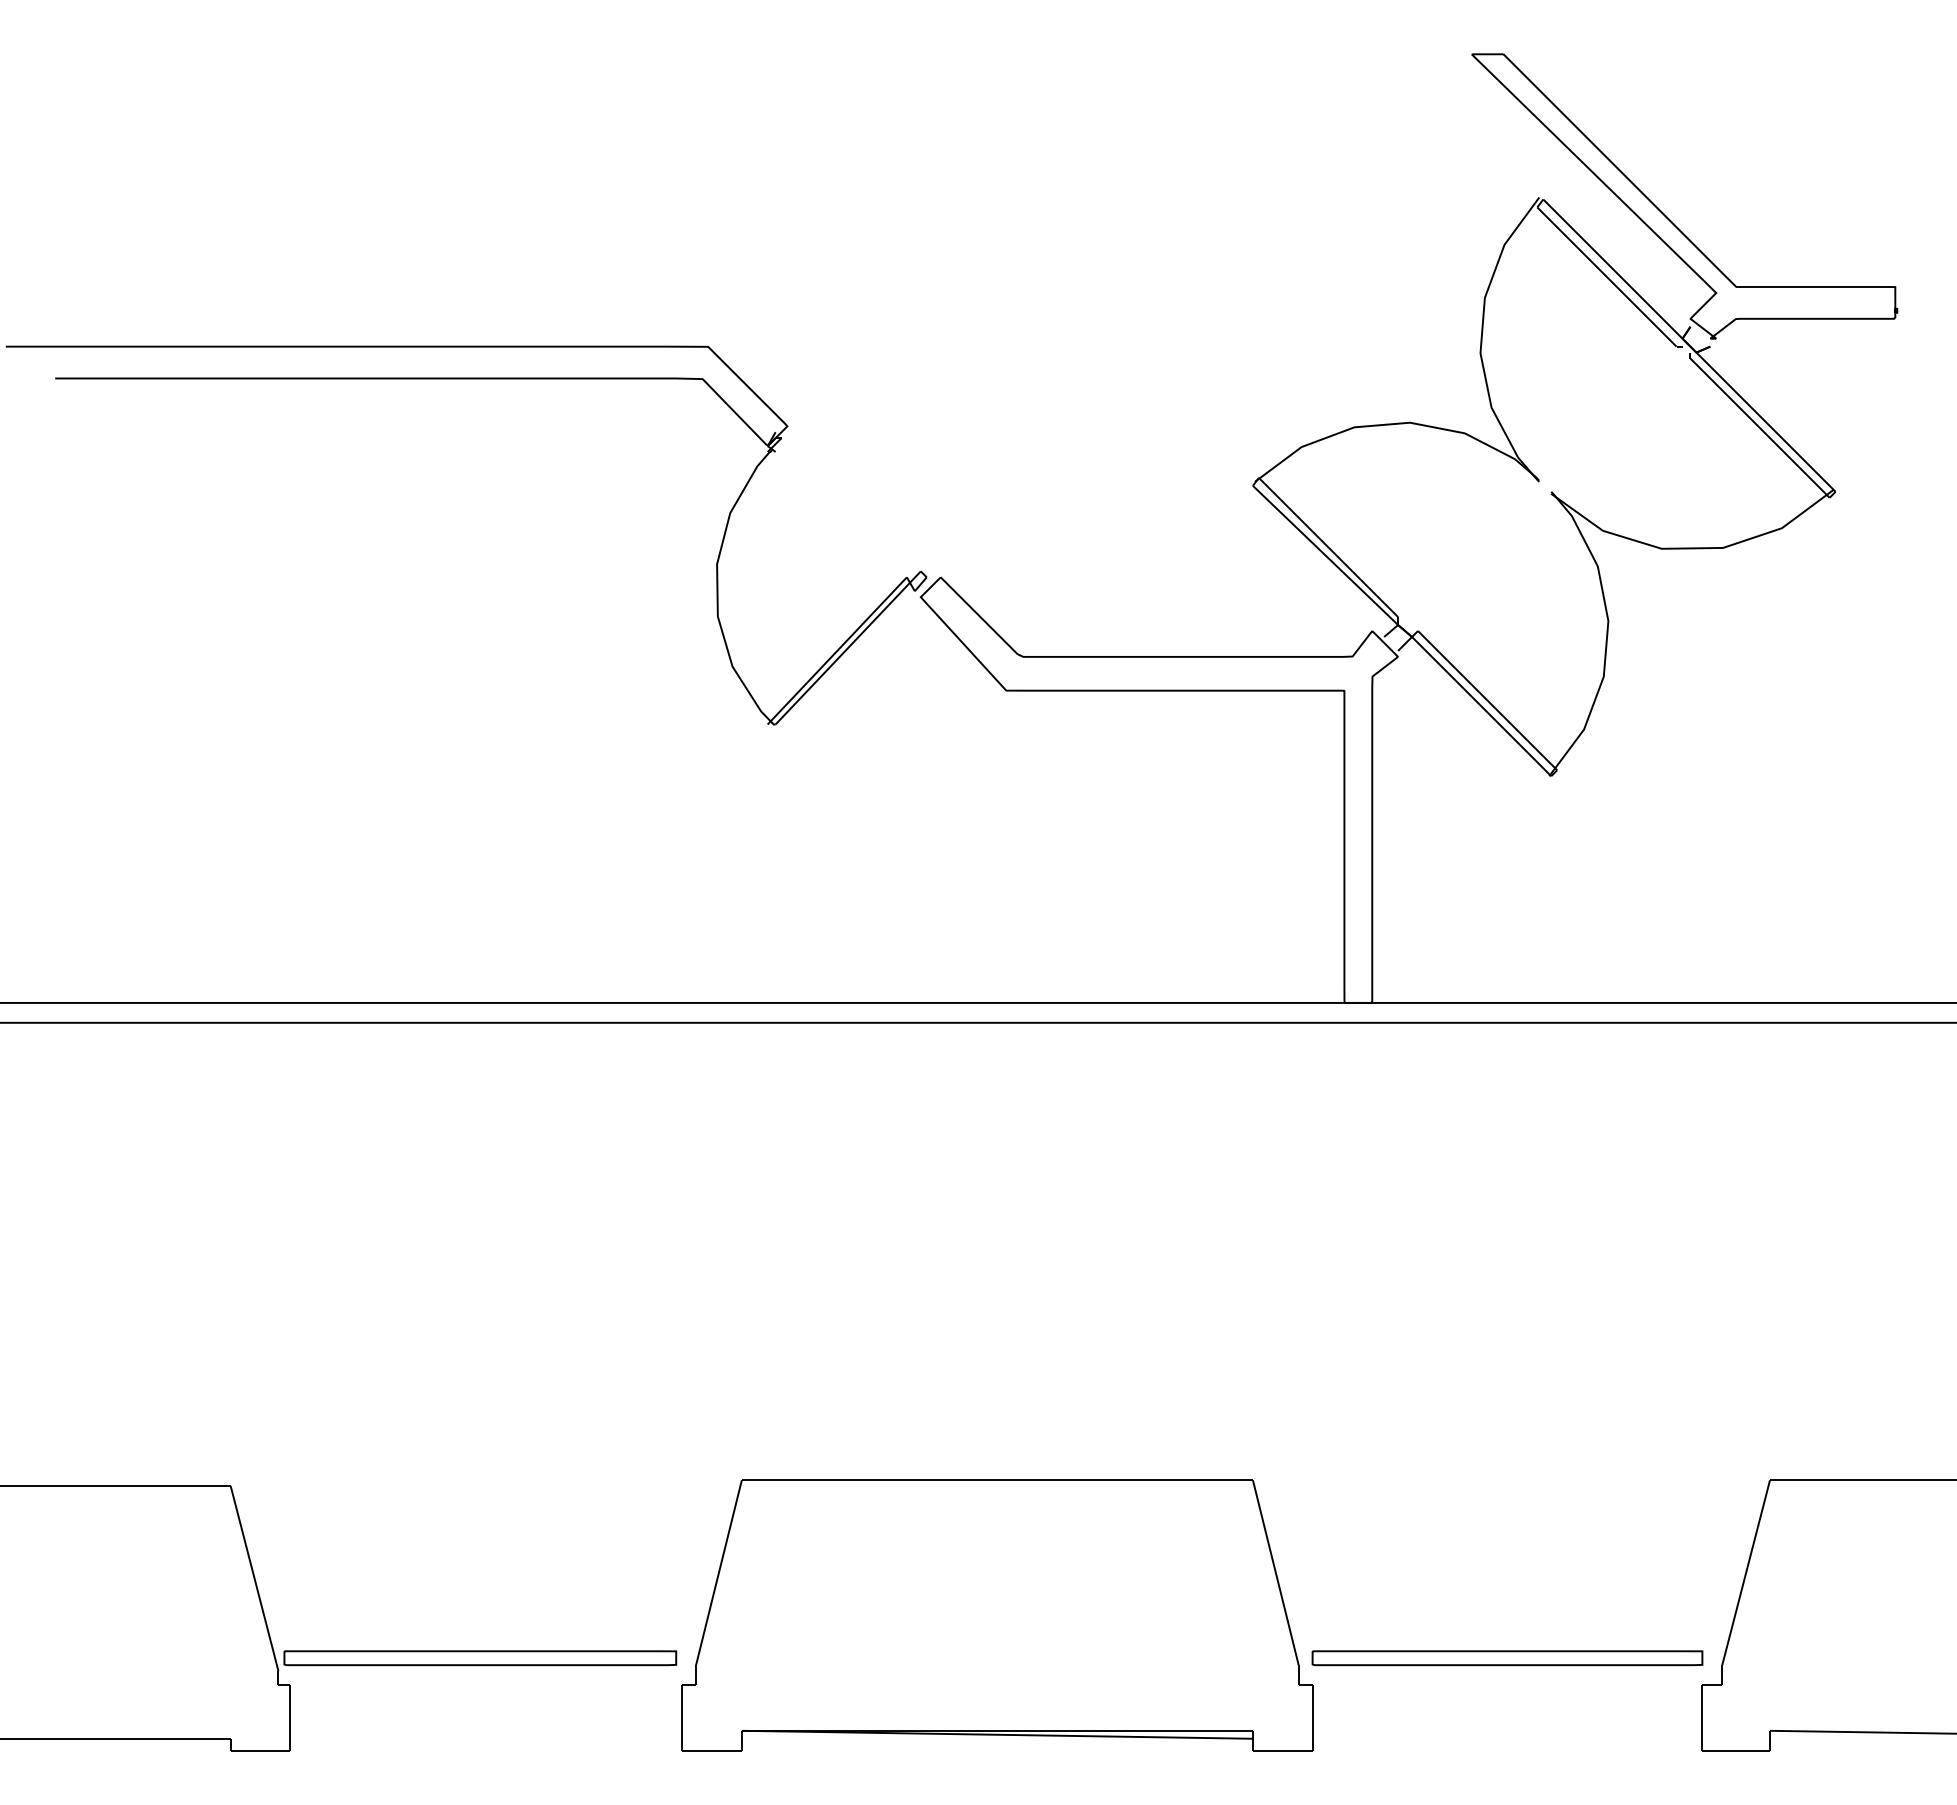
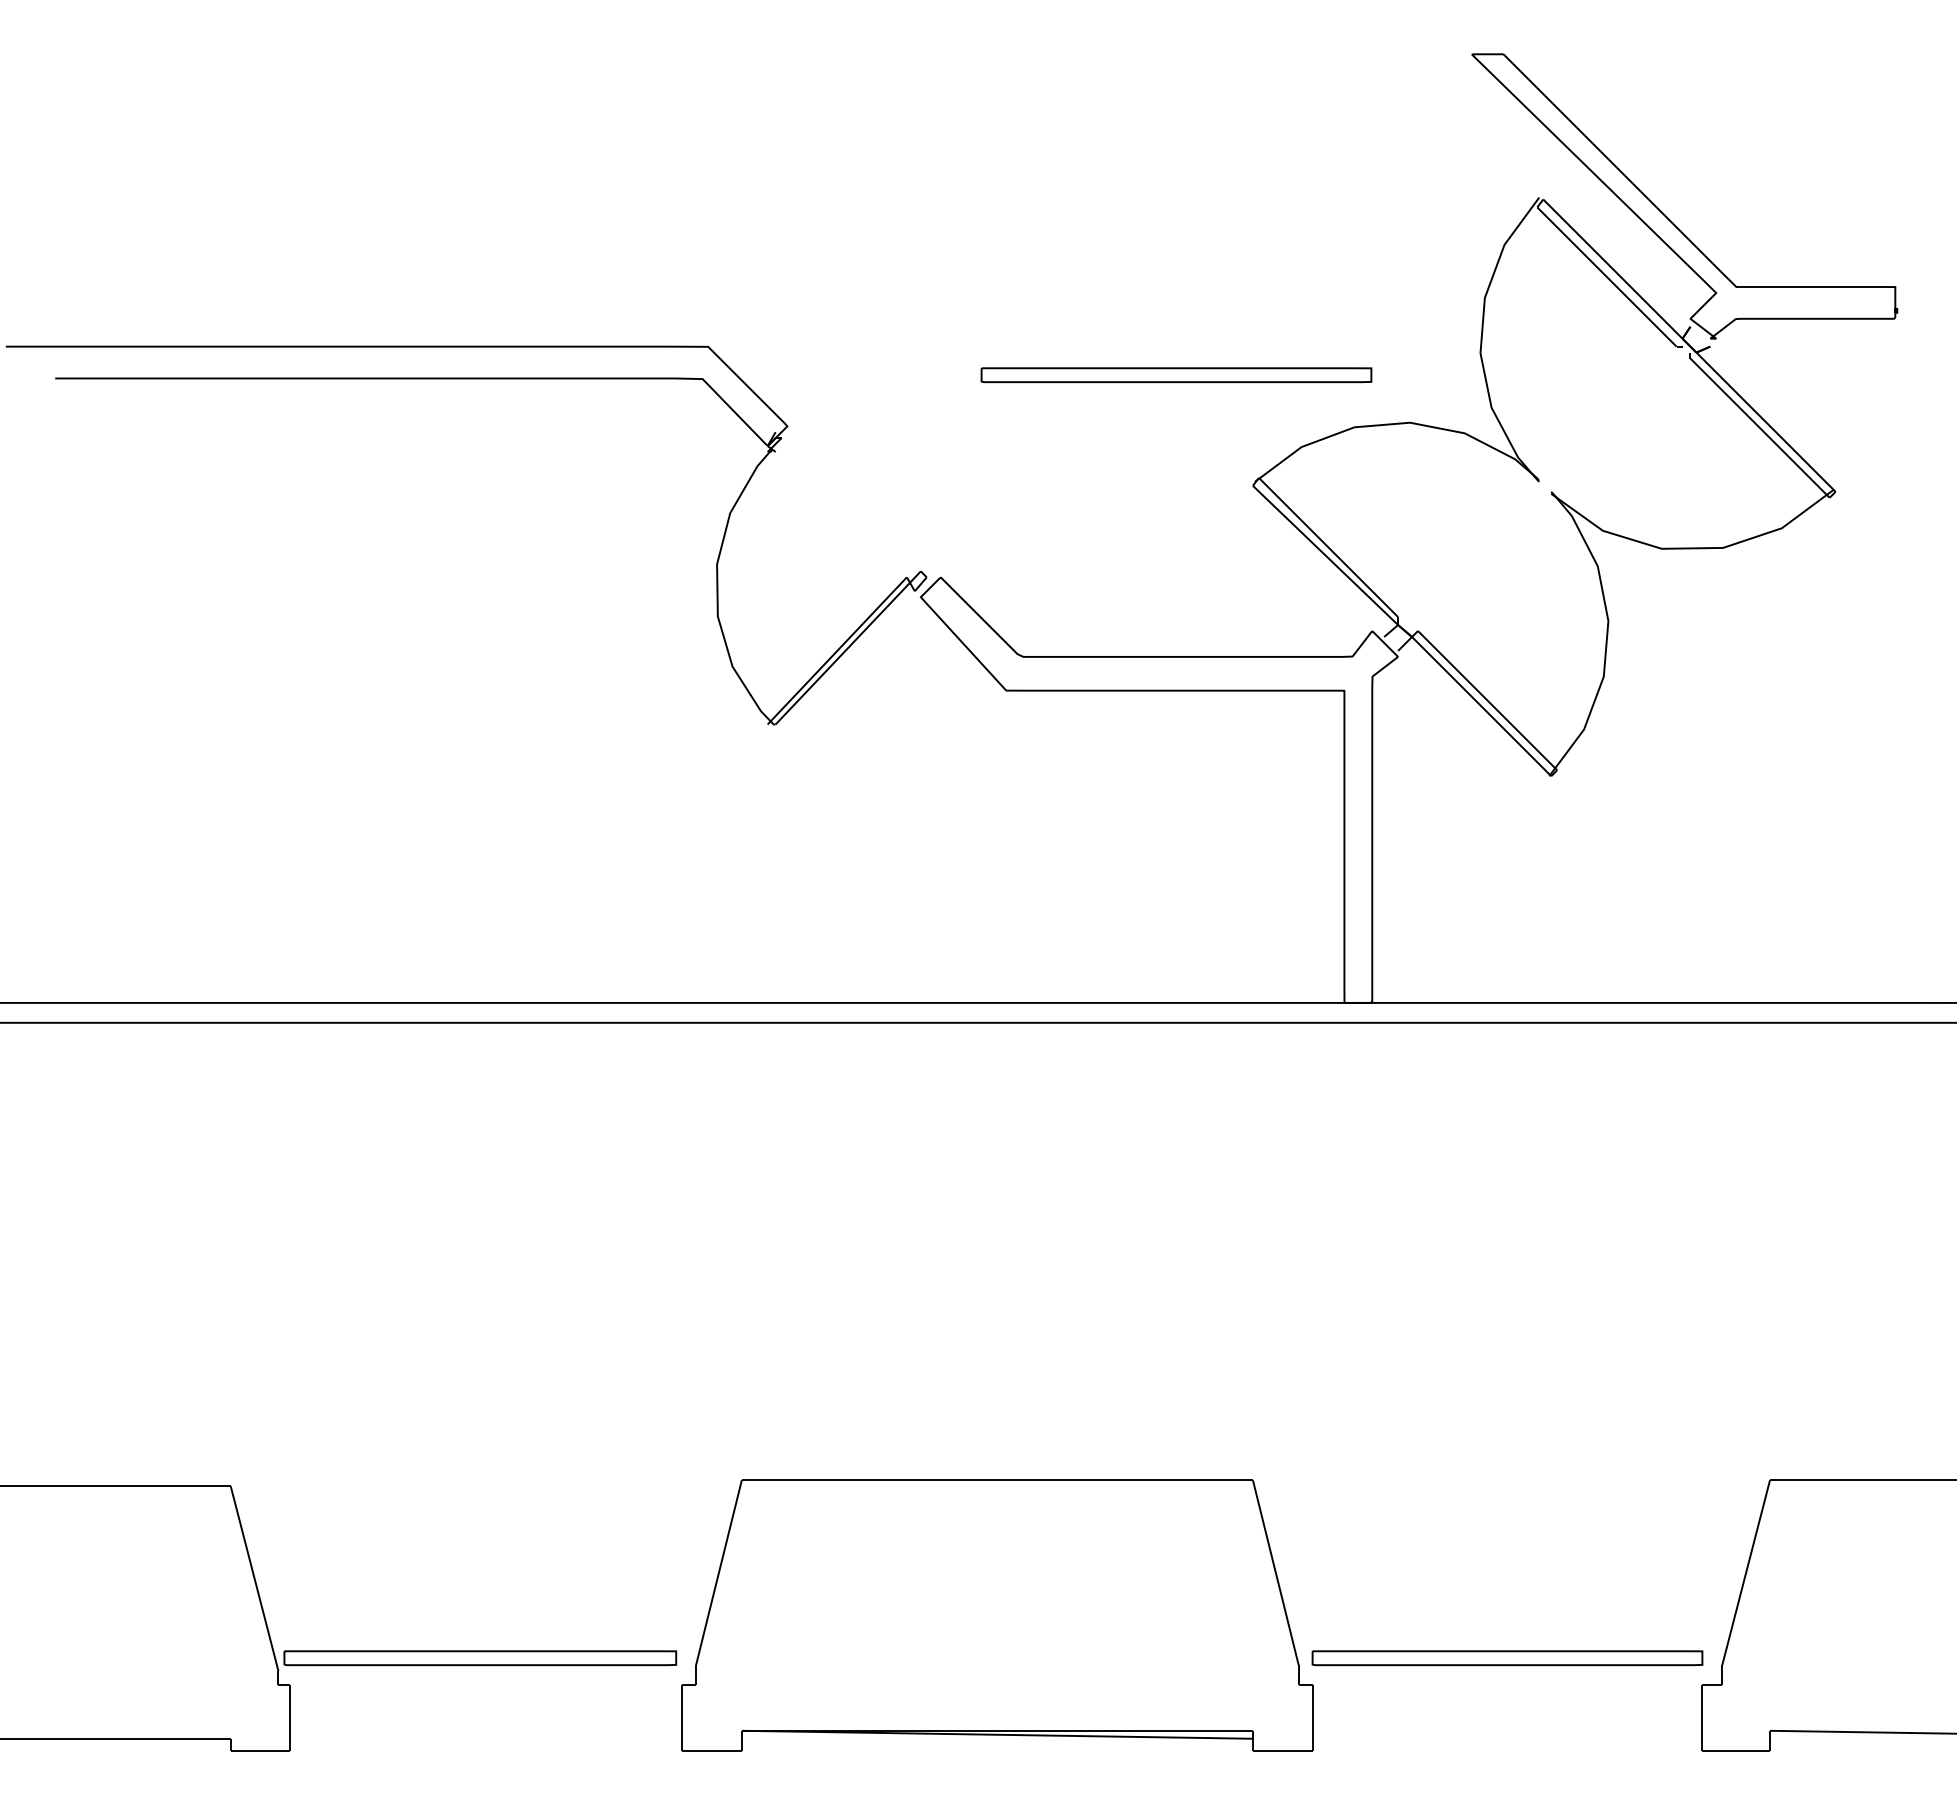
part at (1176, 375): none -> present
